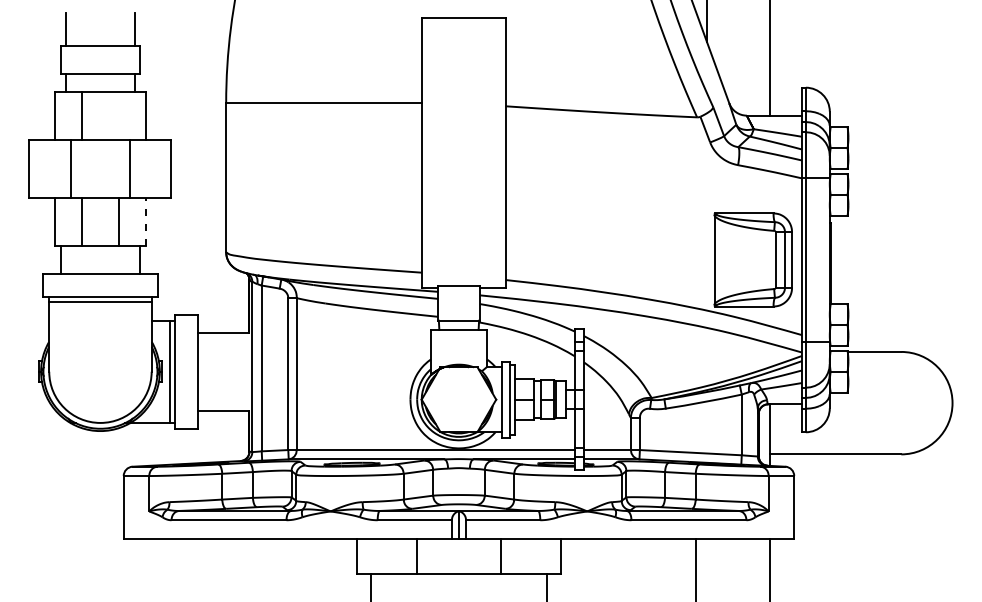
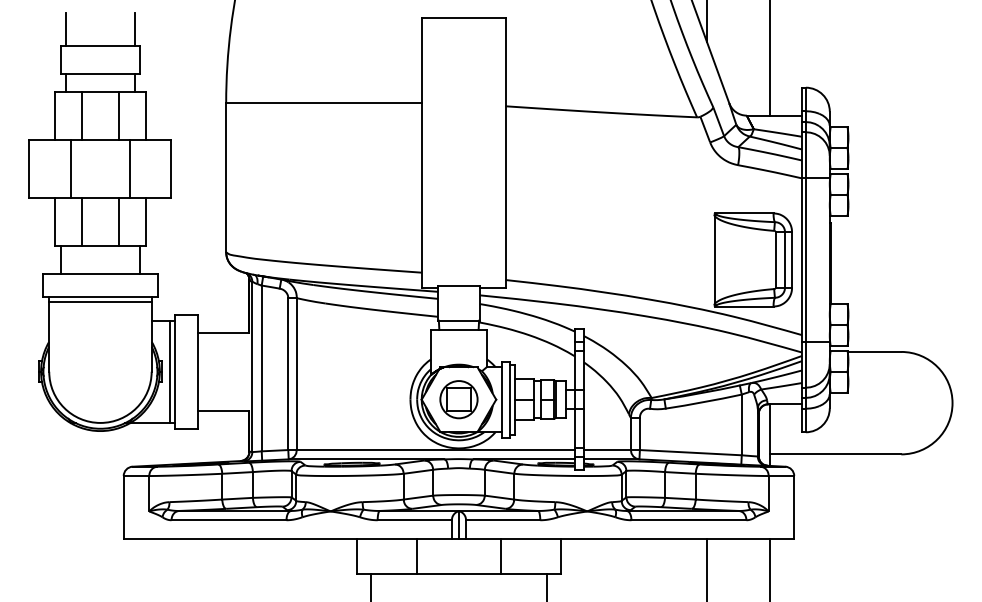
line at (119, 116): none -> present
line at (145, 222): dashed -> solid
part at (458, 399): none -> present
line at (696, 568) position: (696, 568) -> (707, 568)
